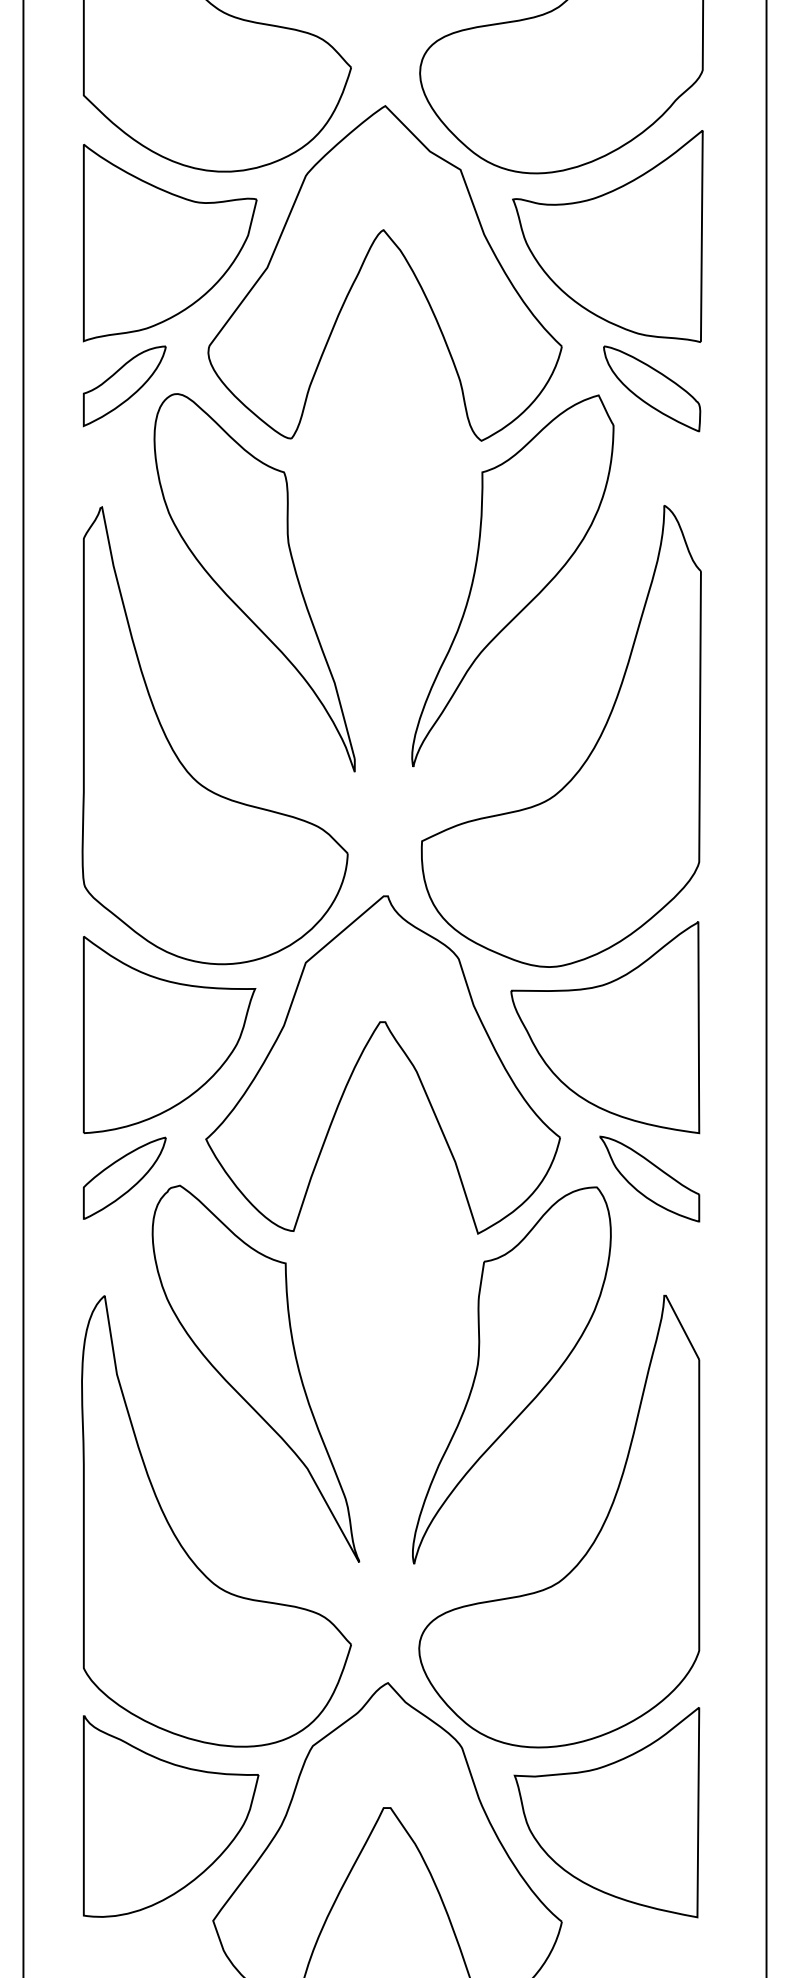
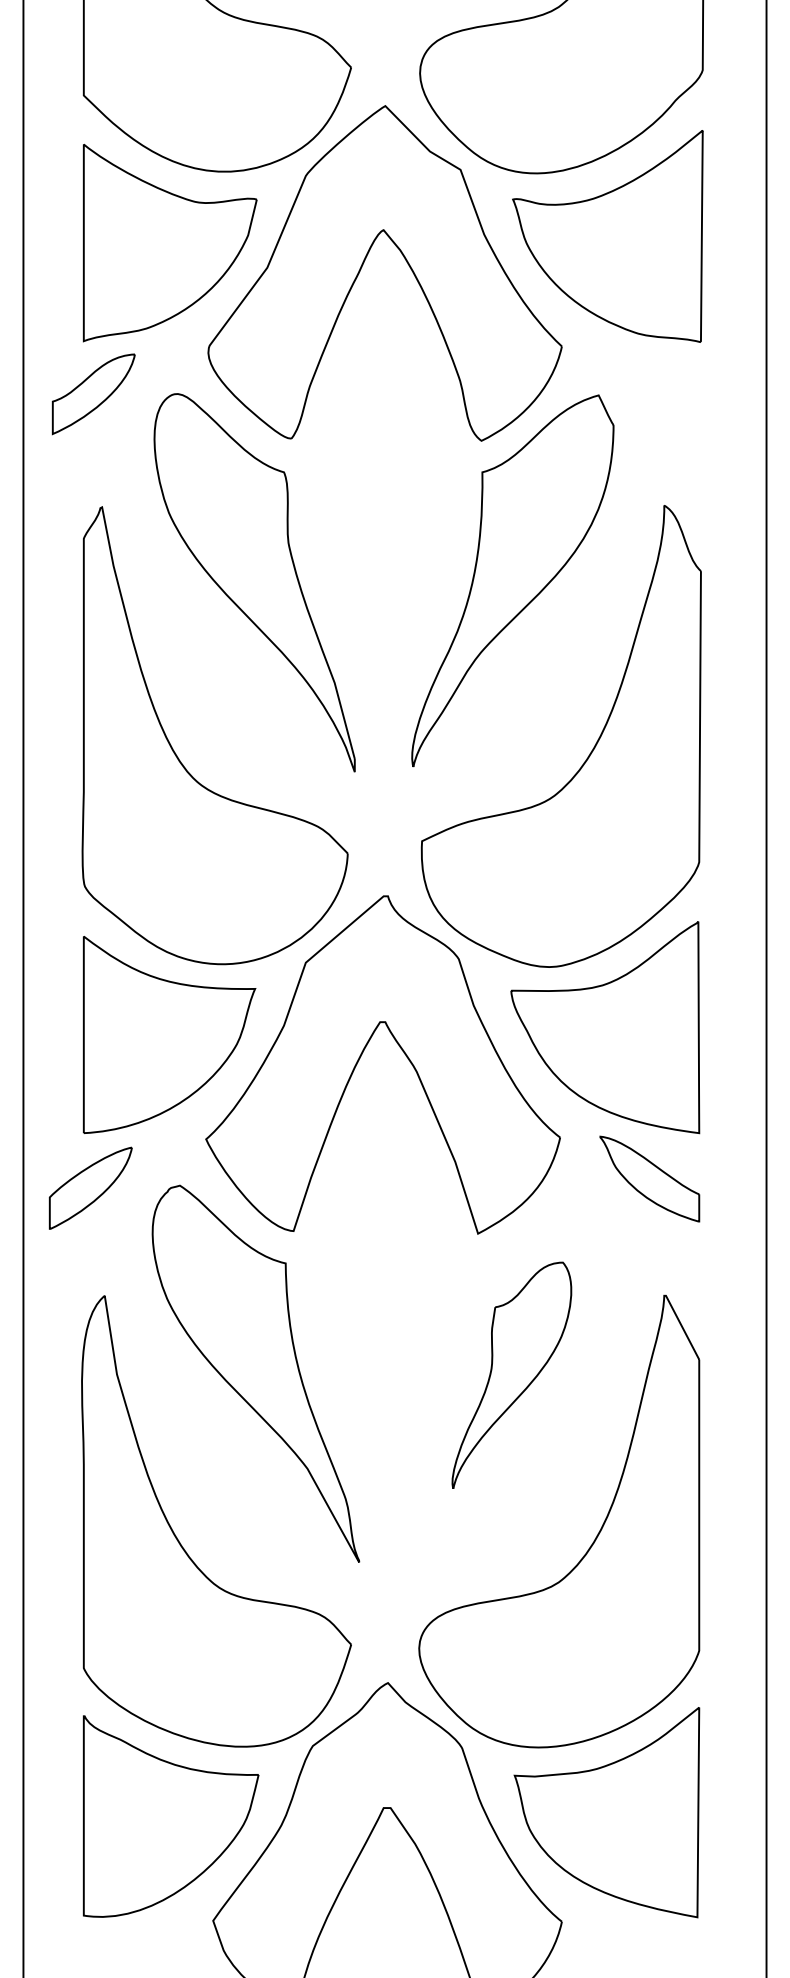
part at (124, 386) position: (124, 386) -> (93, 394)
part at (652, 388): present -> none
part at (124, 1177) position: (124, 1177) -> (90, 1187)
part at (511, 1375) size: 200x379 px -> 122x228 px
